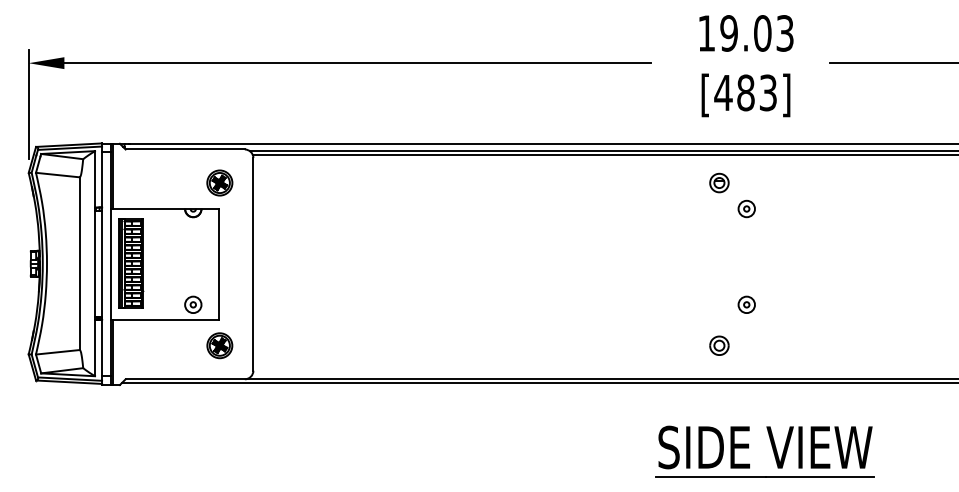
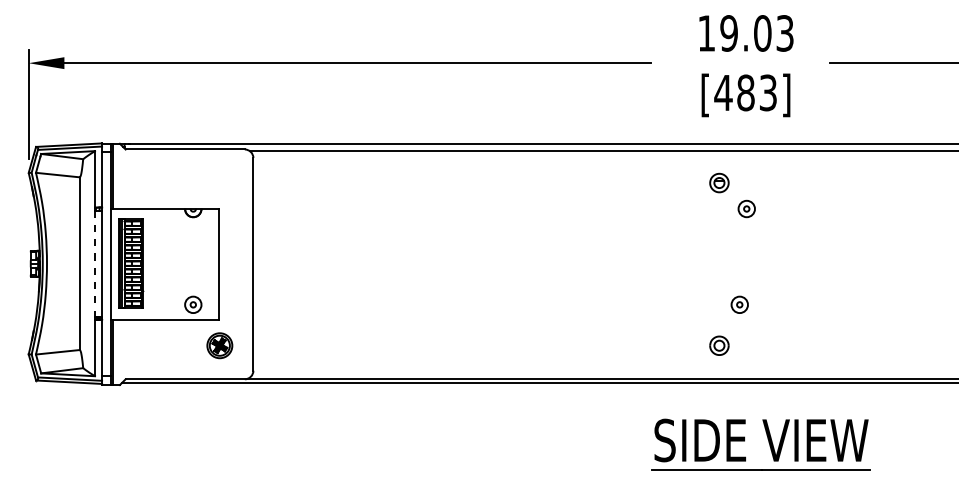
line at (603, 155): present -> none
part at (219, 182): present -> none
line at (95, 264): solid -> dashed
part at (746, 304) position: (746, 304) -> (739, 304)
part at (772, 449) position: (772, 449) -> (768, 442)
